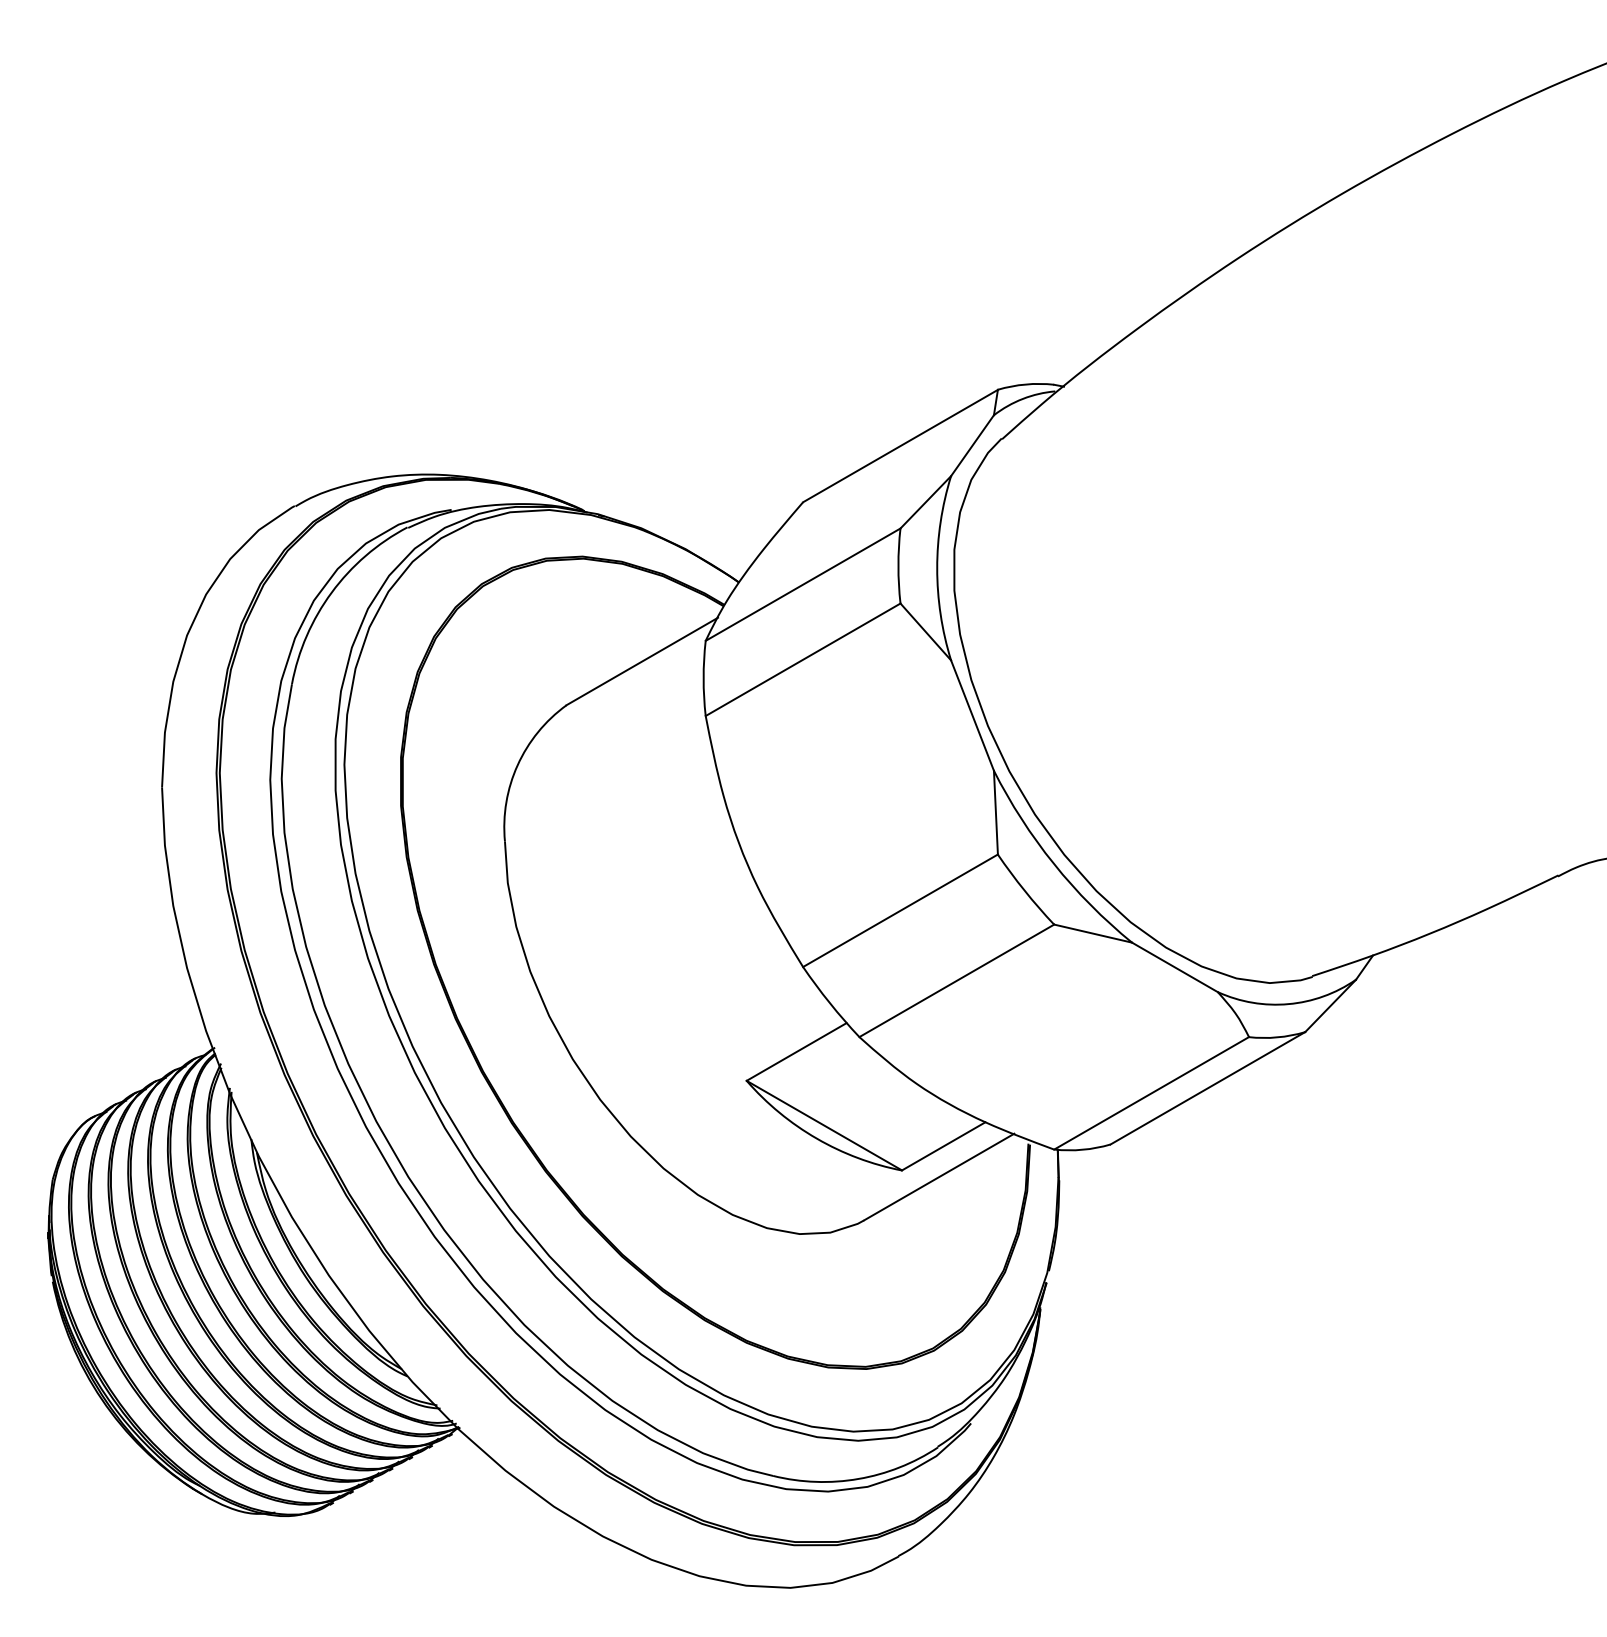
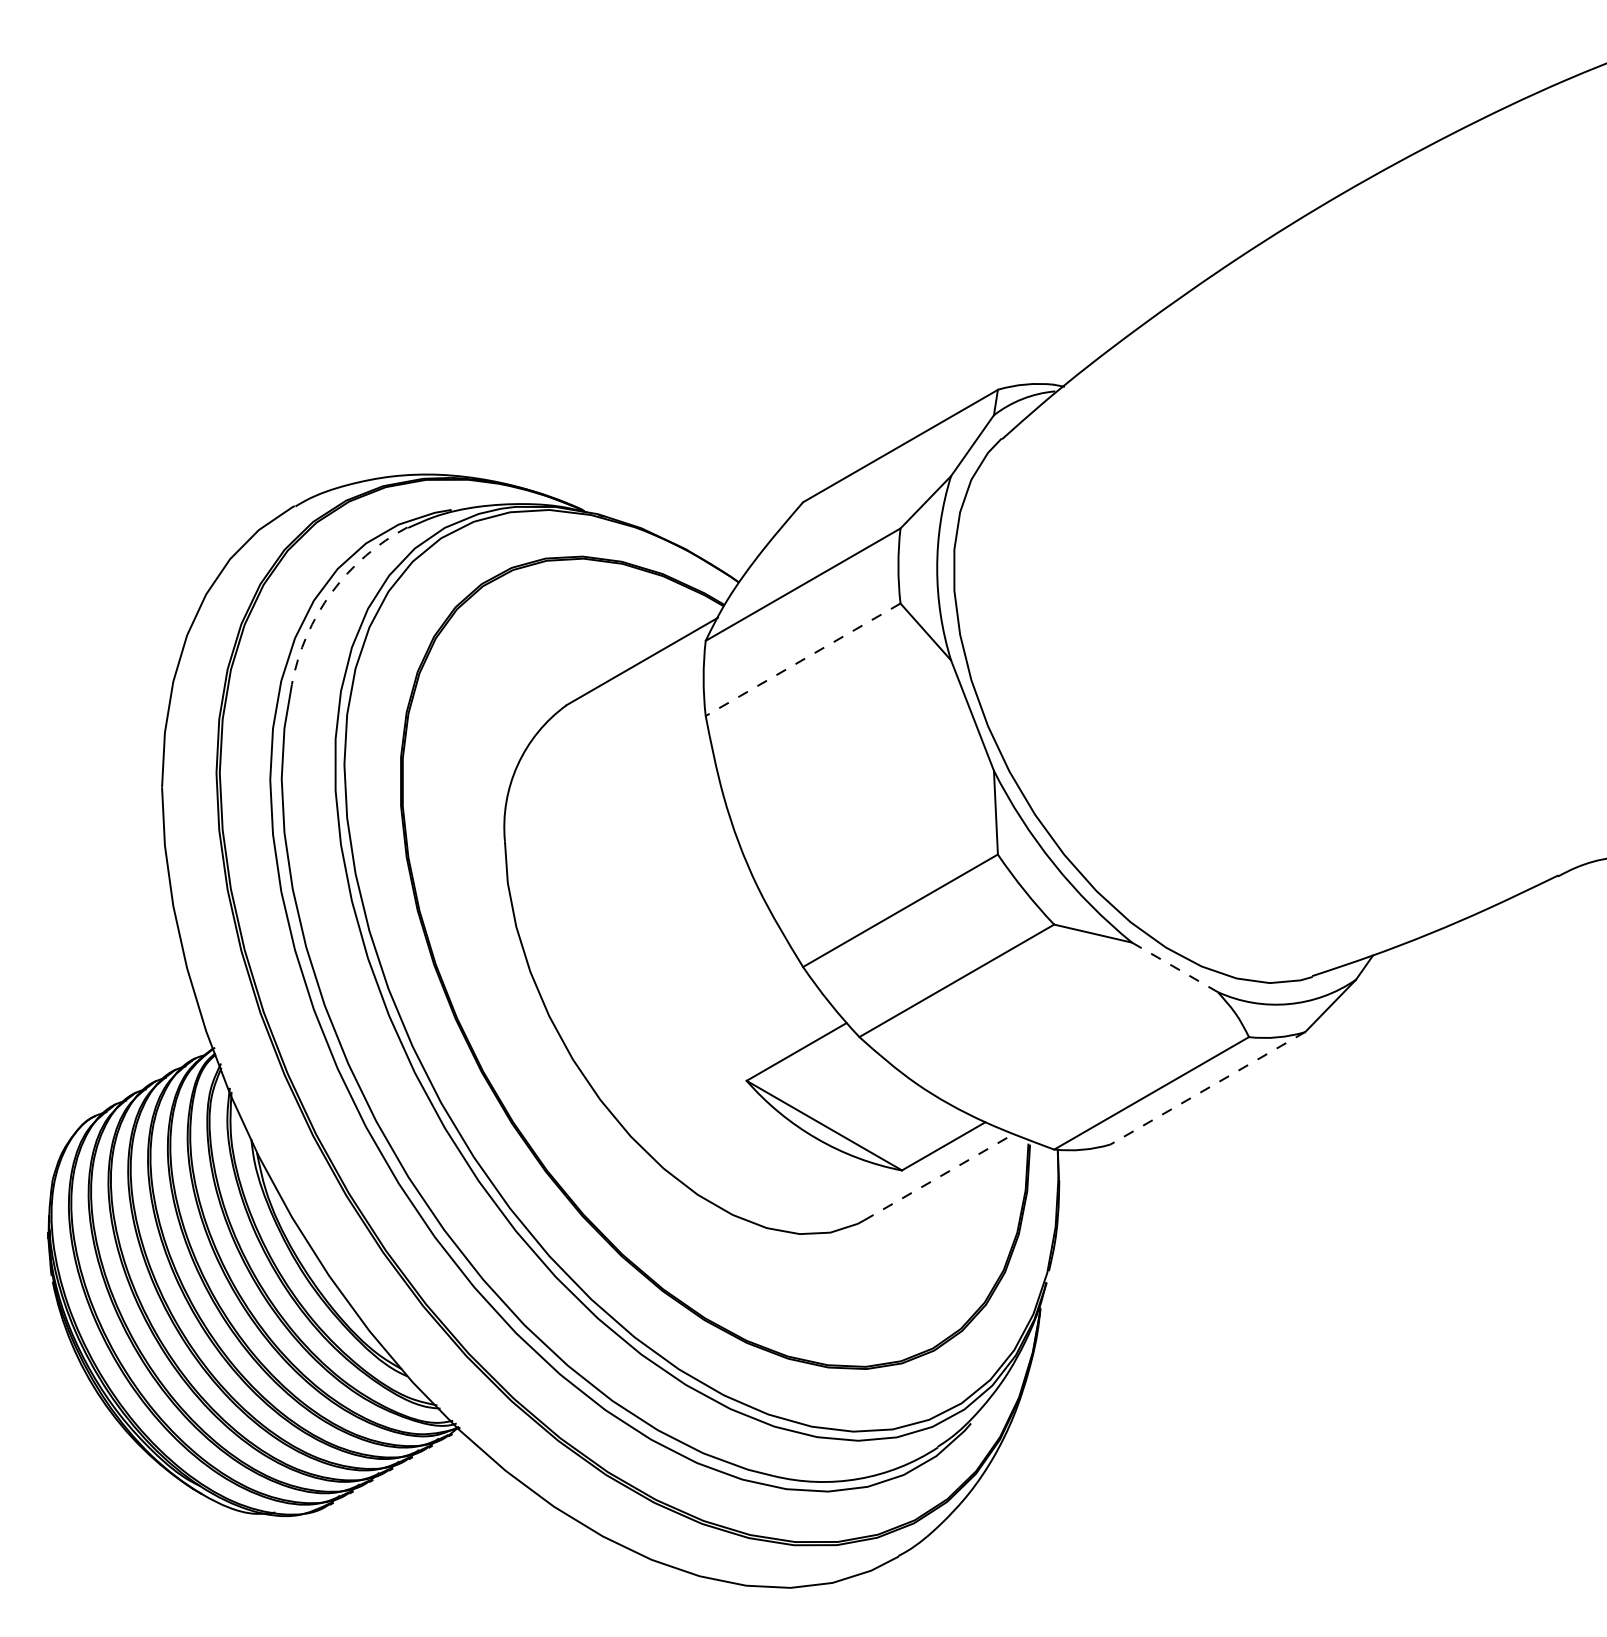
arc at (331, 592): solid -> dashed
line at (802, 660): solid -> dashed
line at (1175, 967): solid -> dashed
line at (1207, 1088): solid -> dashed
line at (939, 1177): solid -> dashed
